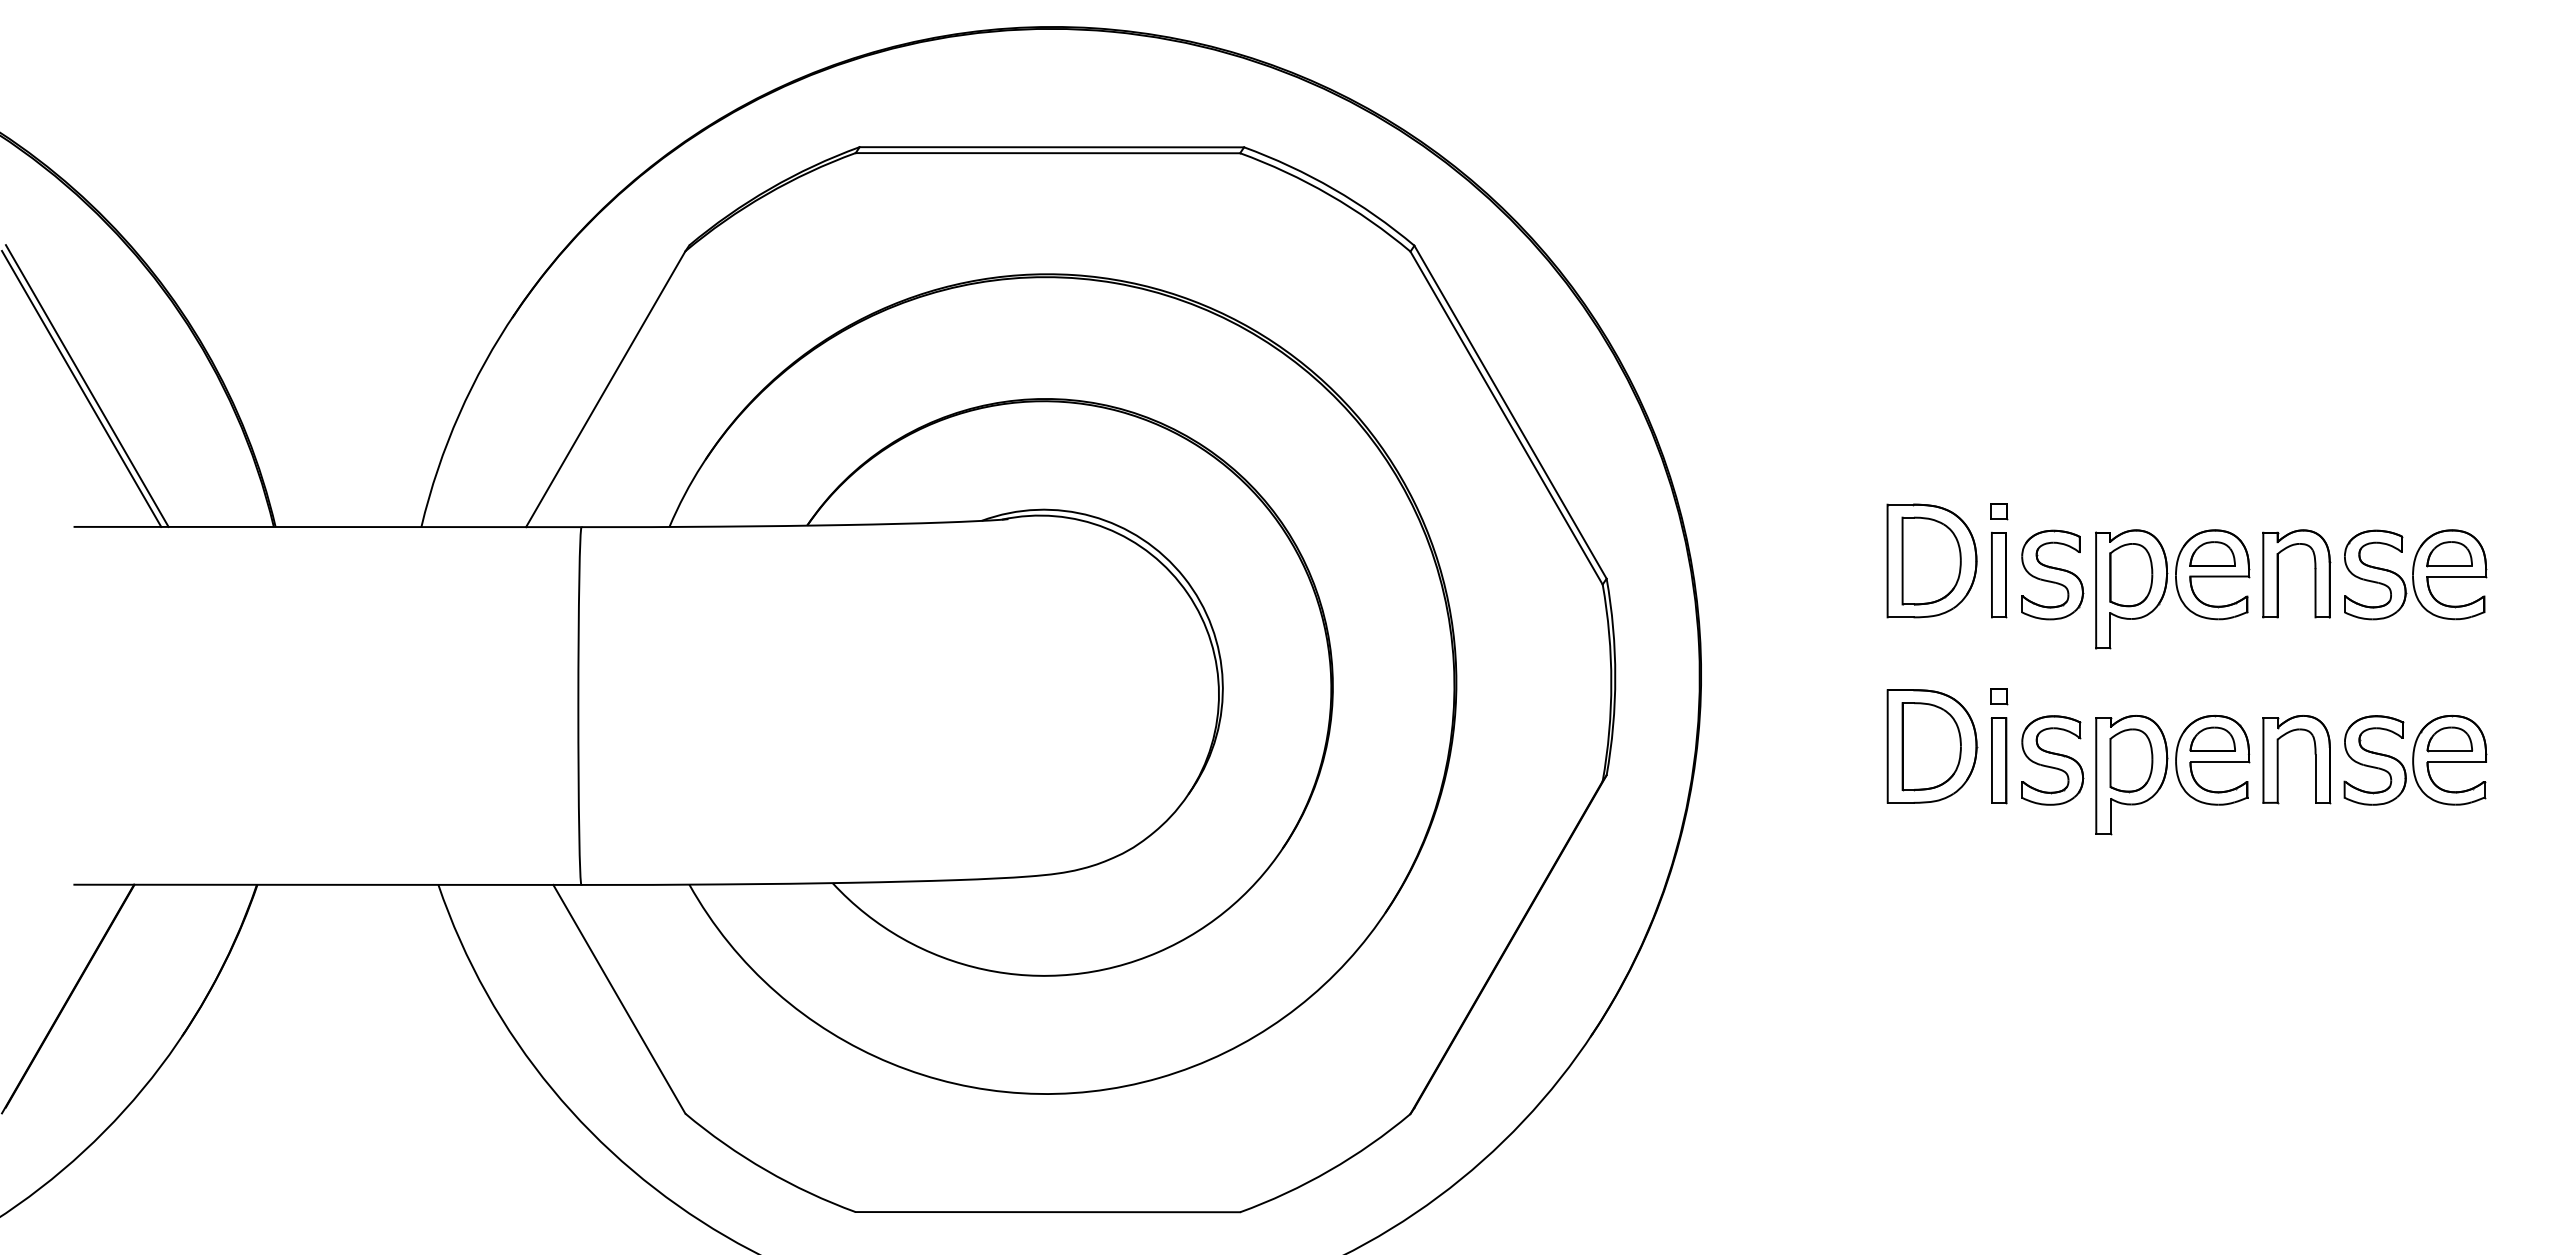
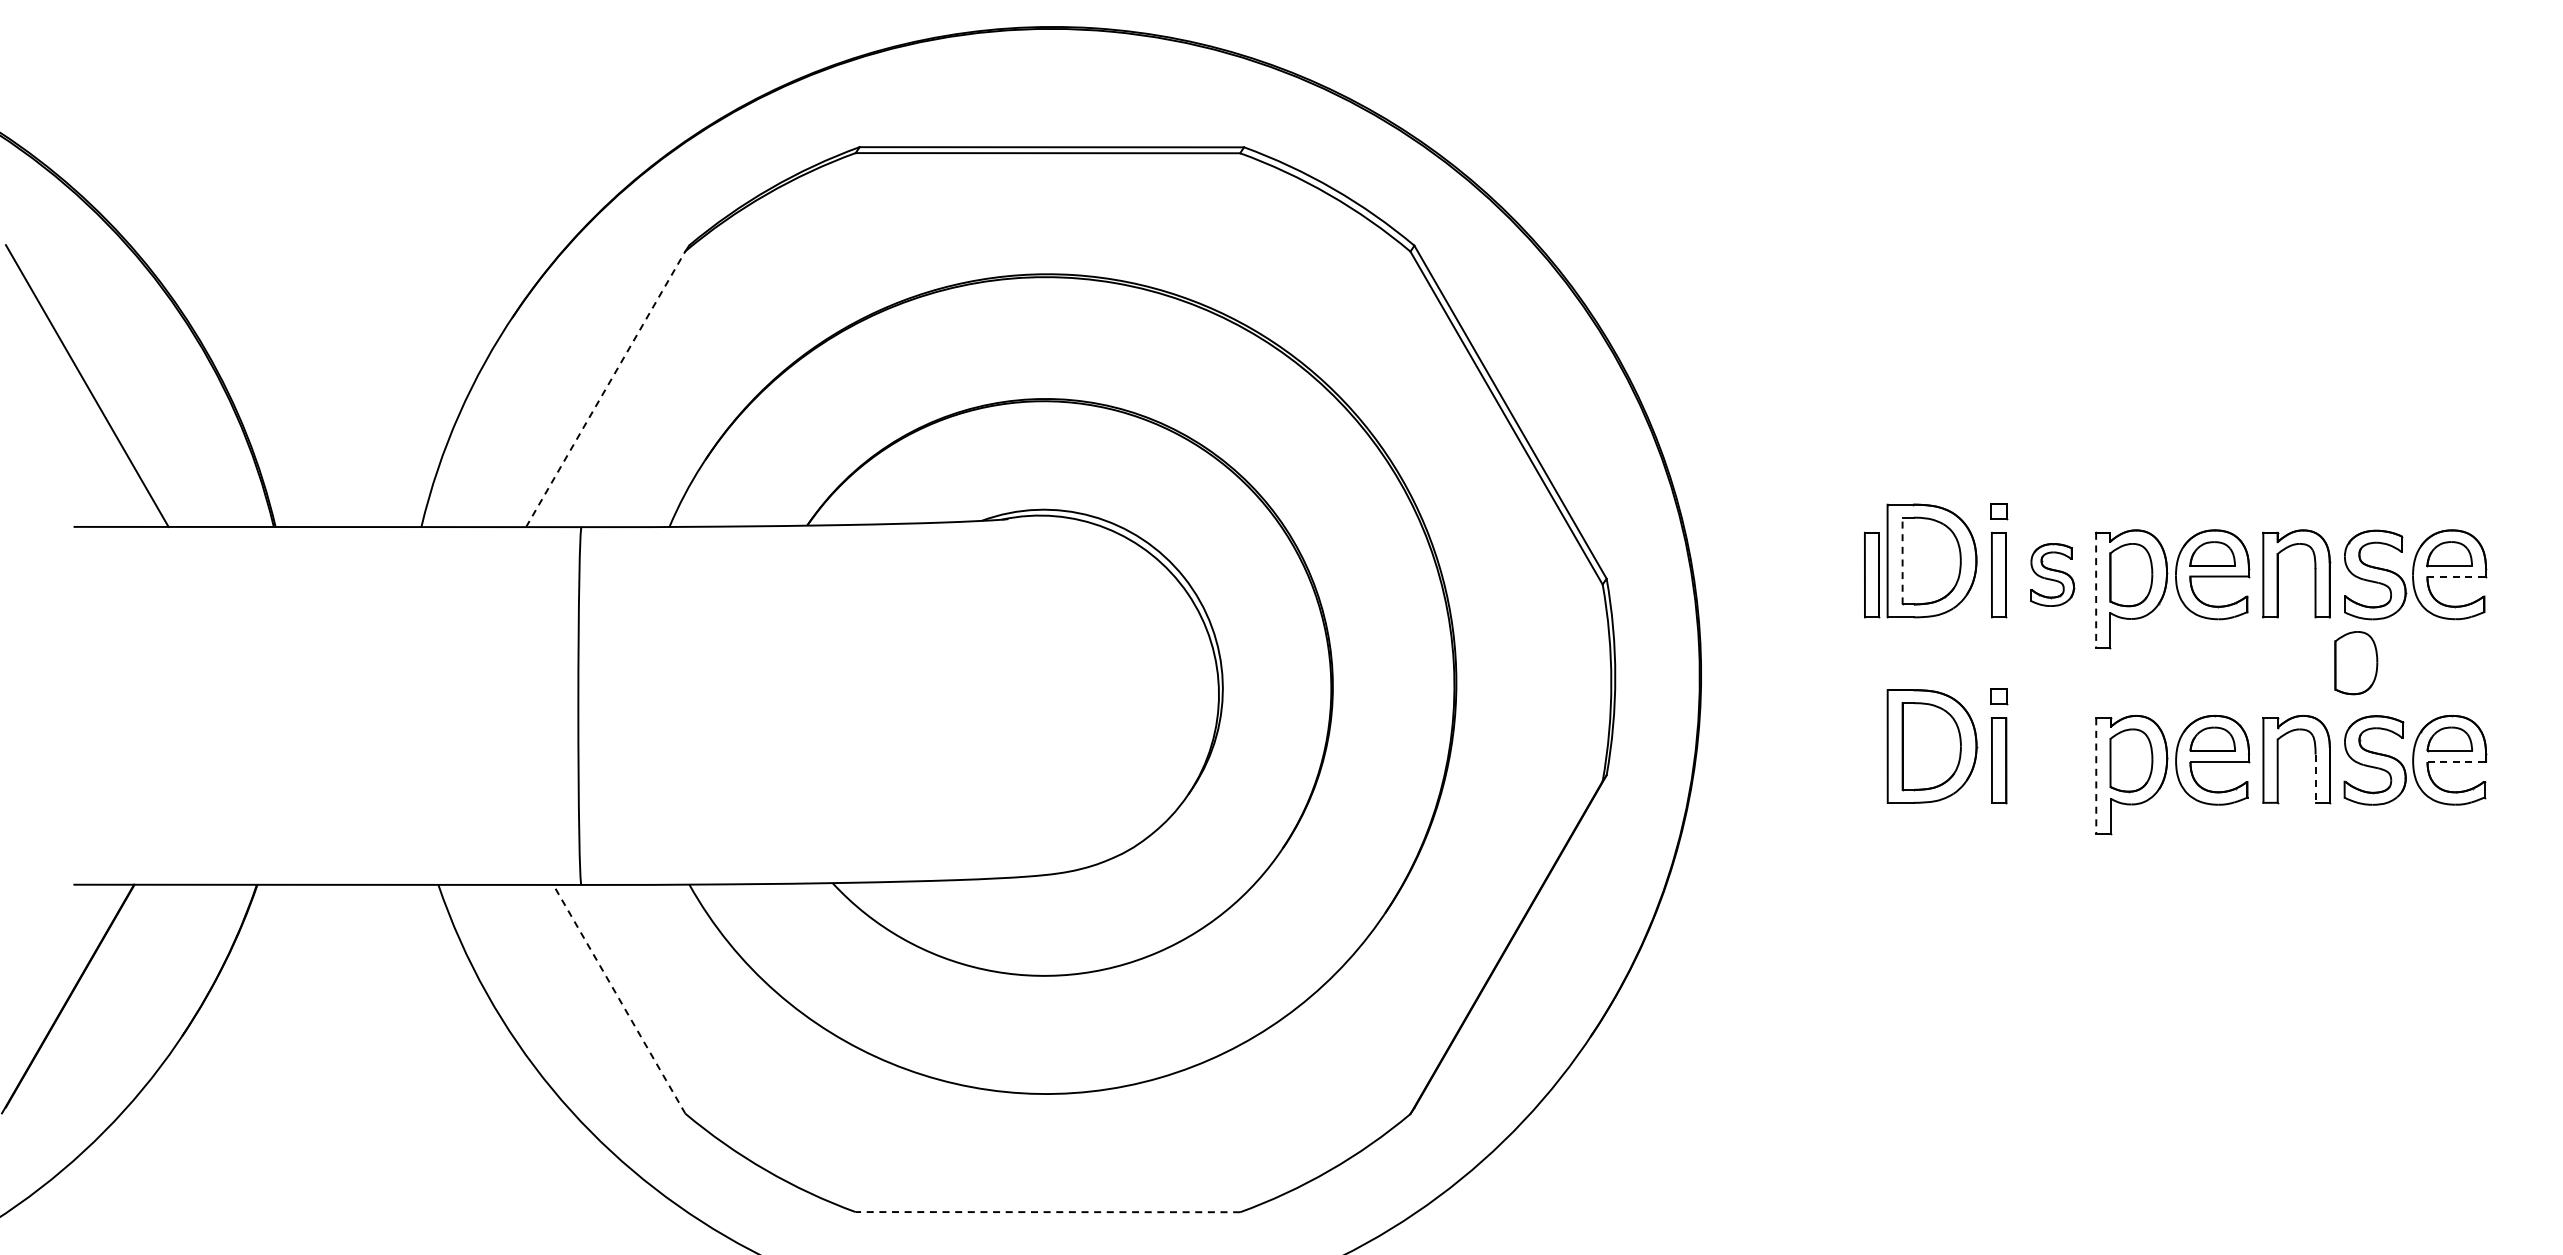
line at (81, 388): present -> none
line at (605, 388): solid -> dashed
line at (1902, 560): solid -> dashed
part at (1872, 574): none -> present
part at (2052, 574) size: 64x92 px -> 46x64 px
line at (2457, 576): solid -> dashed
line at (2096, 590): solid -> dashed
part at (2356, 663): none -> present
part at (2052, 760): present -> none
line at (2457, 762): solid -> dashed
line at (2096, 776): solid -> dashed
line at (2315, 779): solid -> dashed
line at (619, 998): solid -> dashed
line at (1047, 1212): solid -> dashed
